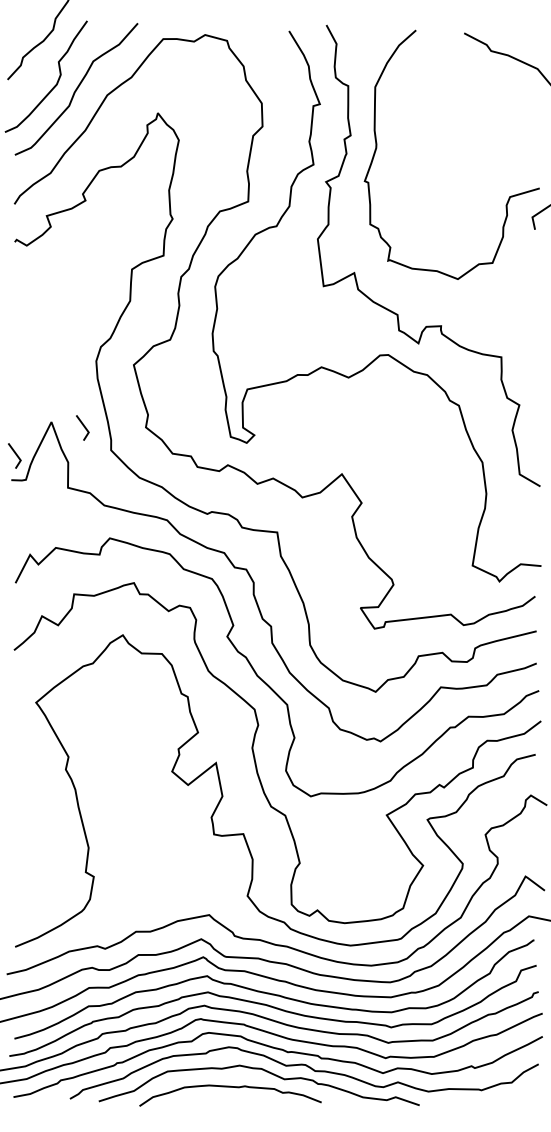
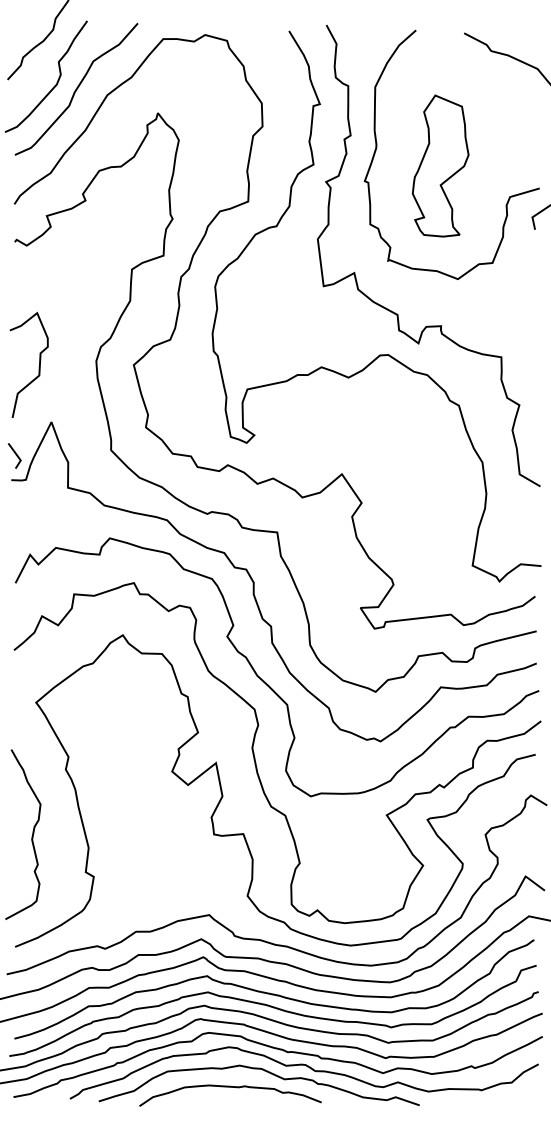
part at (440, 165): none -> present
curve at (38, 367): none -> present
line at (83, 426): present -> none
curve at (31, 836): none -> present
